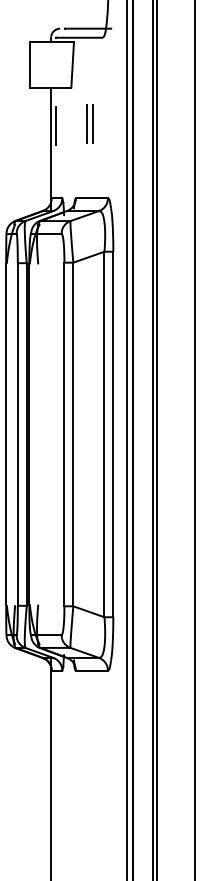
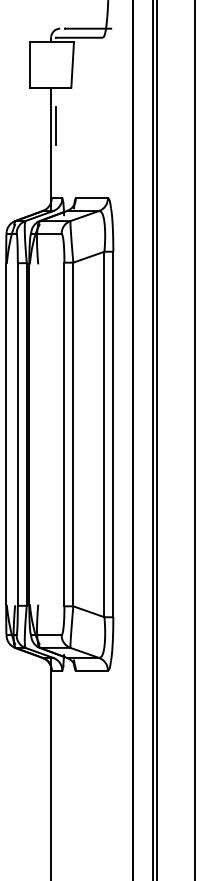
part at (89, 123): present -> none
line at (126, 439): present -> none
